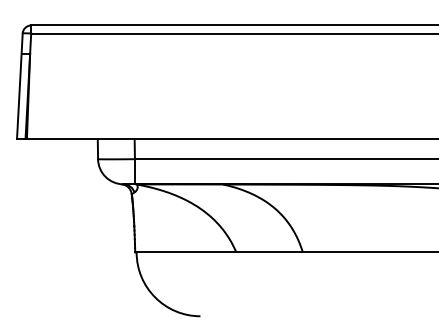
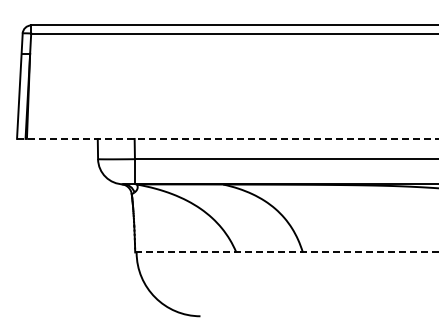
line at (227, 138): solid -> dashed
line at (287, 252): solid -> dashed
